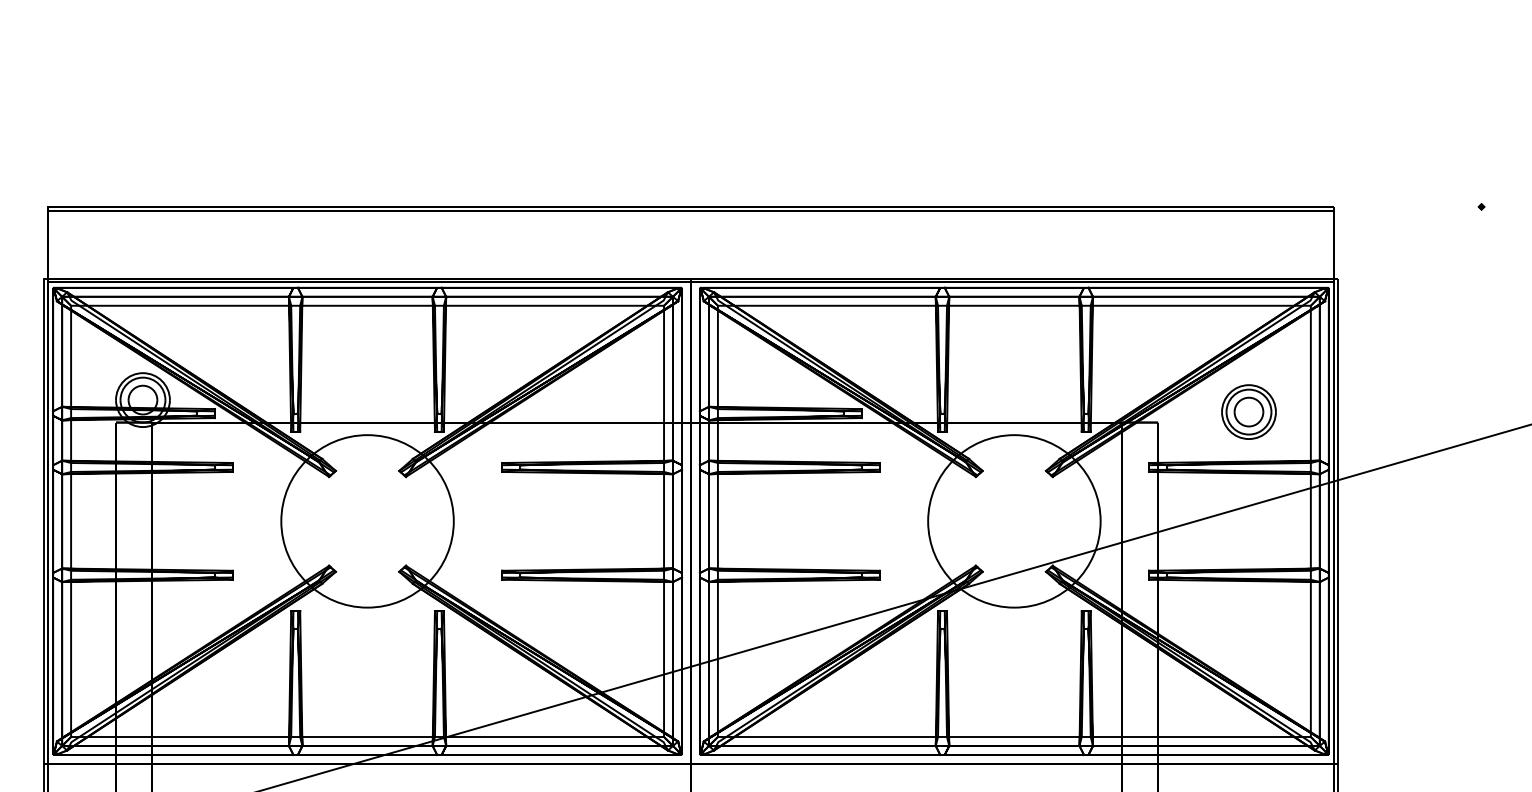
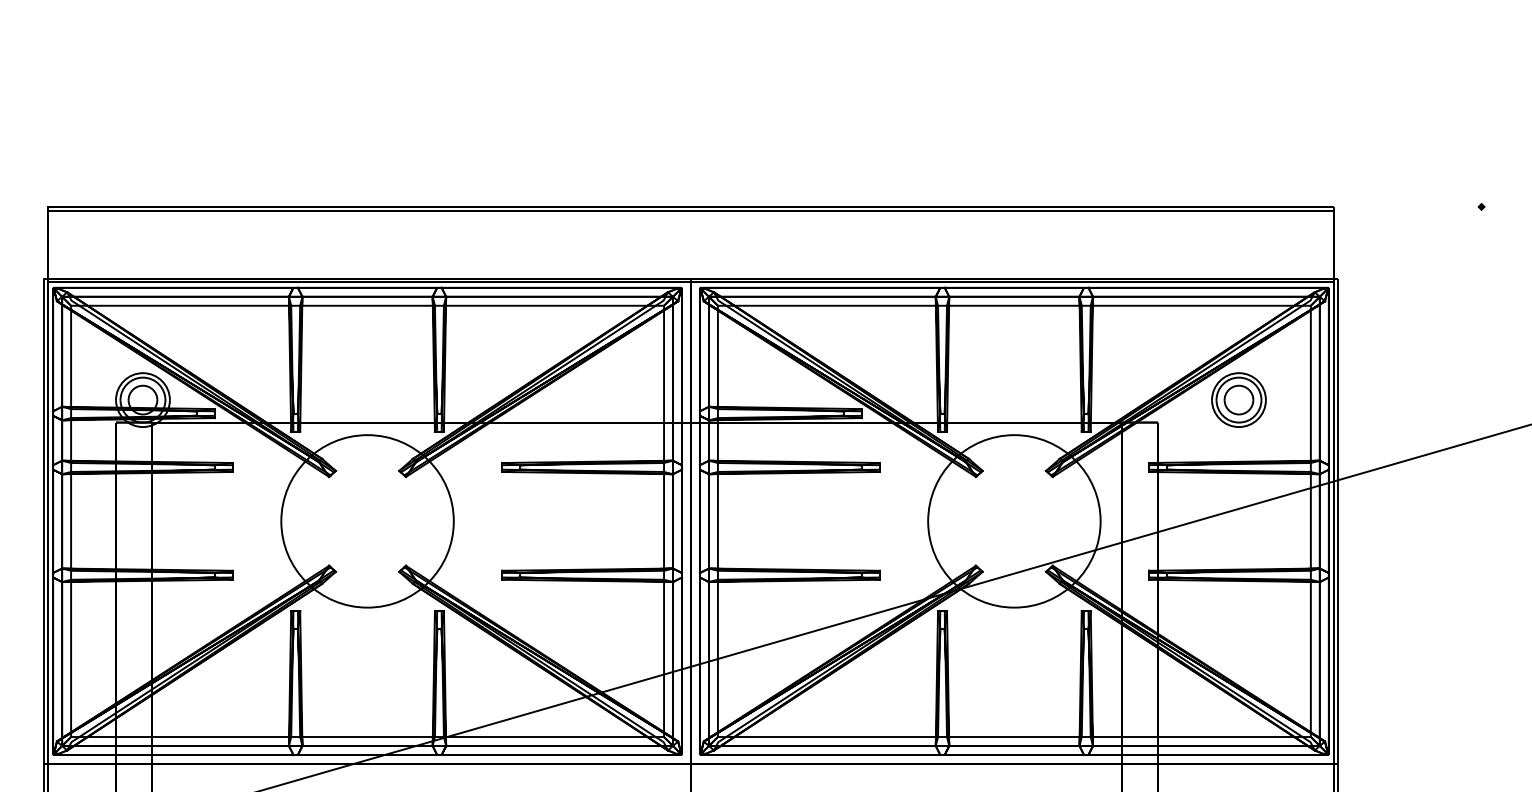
part at (1248, 411) position: (1248, 411) -> (1238, 399)
